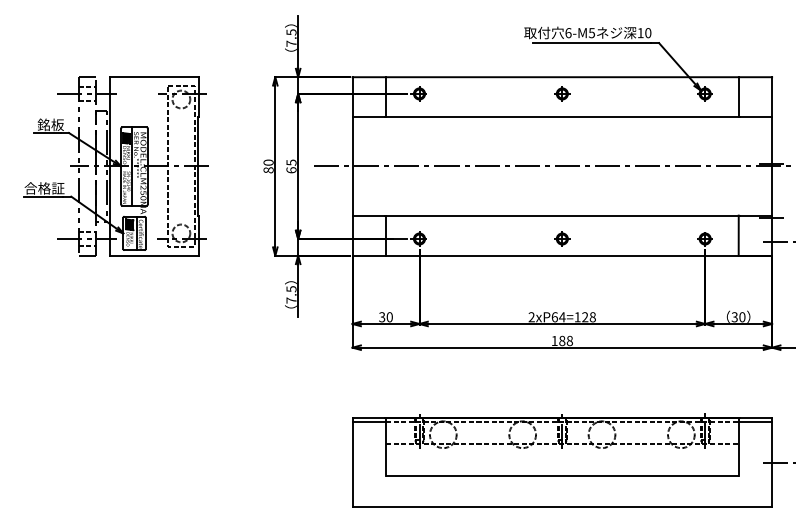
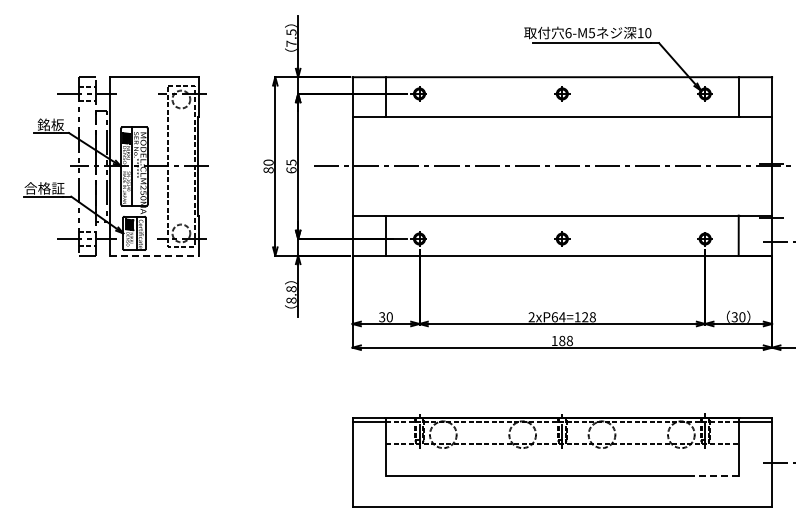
line at (154, 255): solid -> dashed
text at (291, 294): 7.5 -> 8.8
line at (716, 476): solid -> dashed
